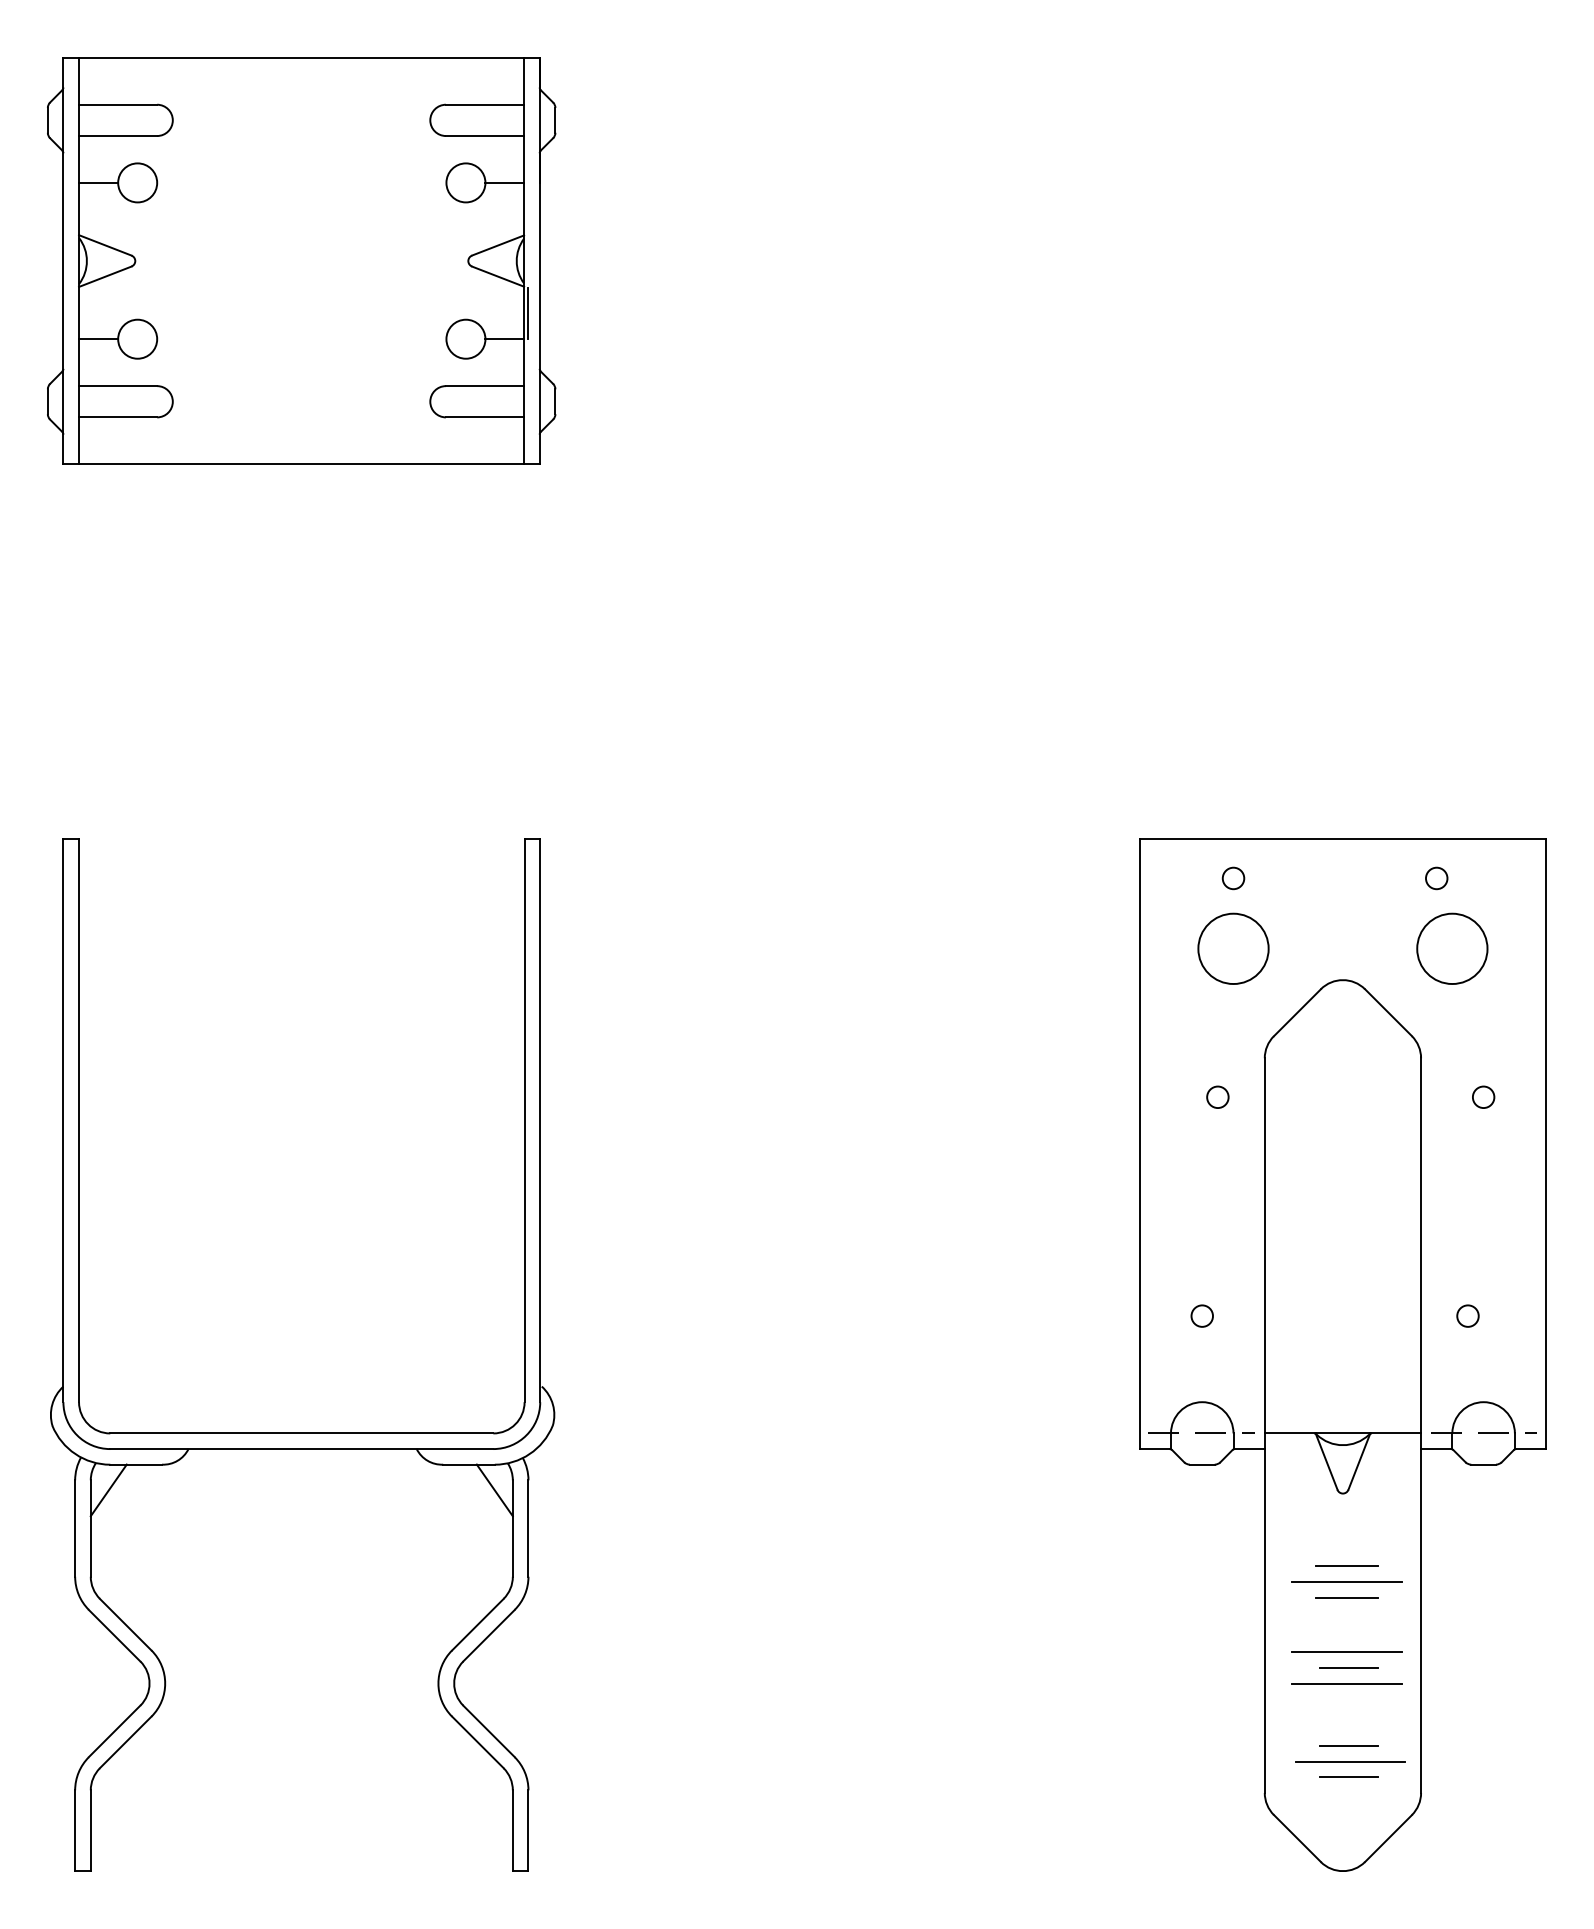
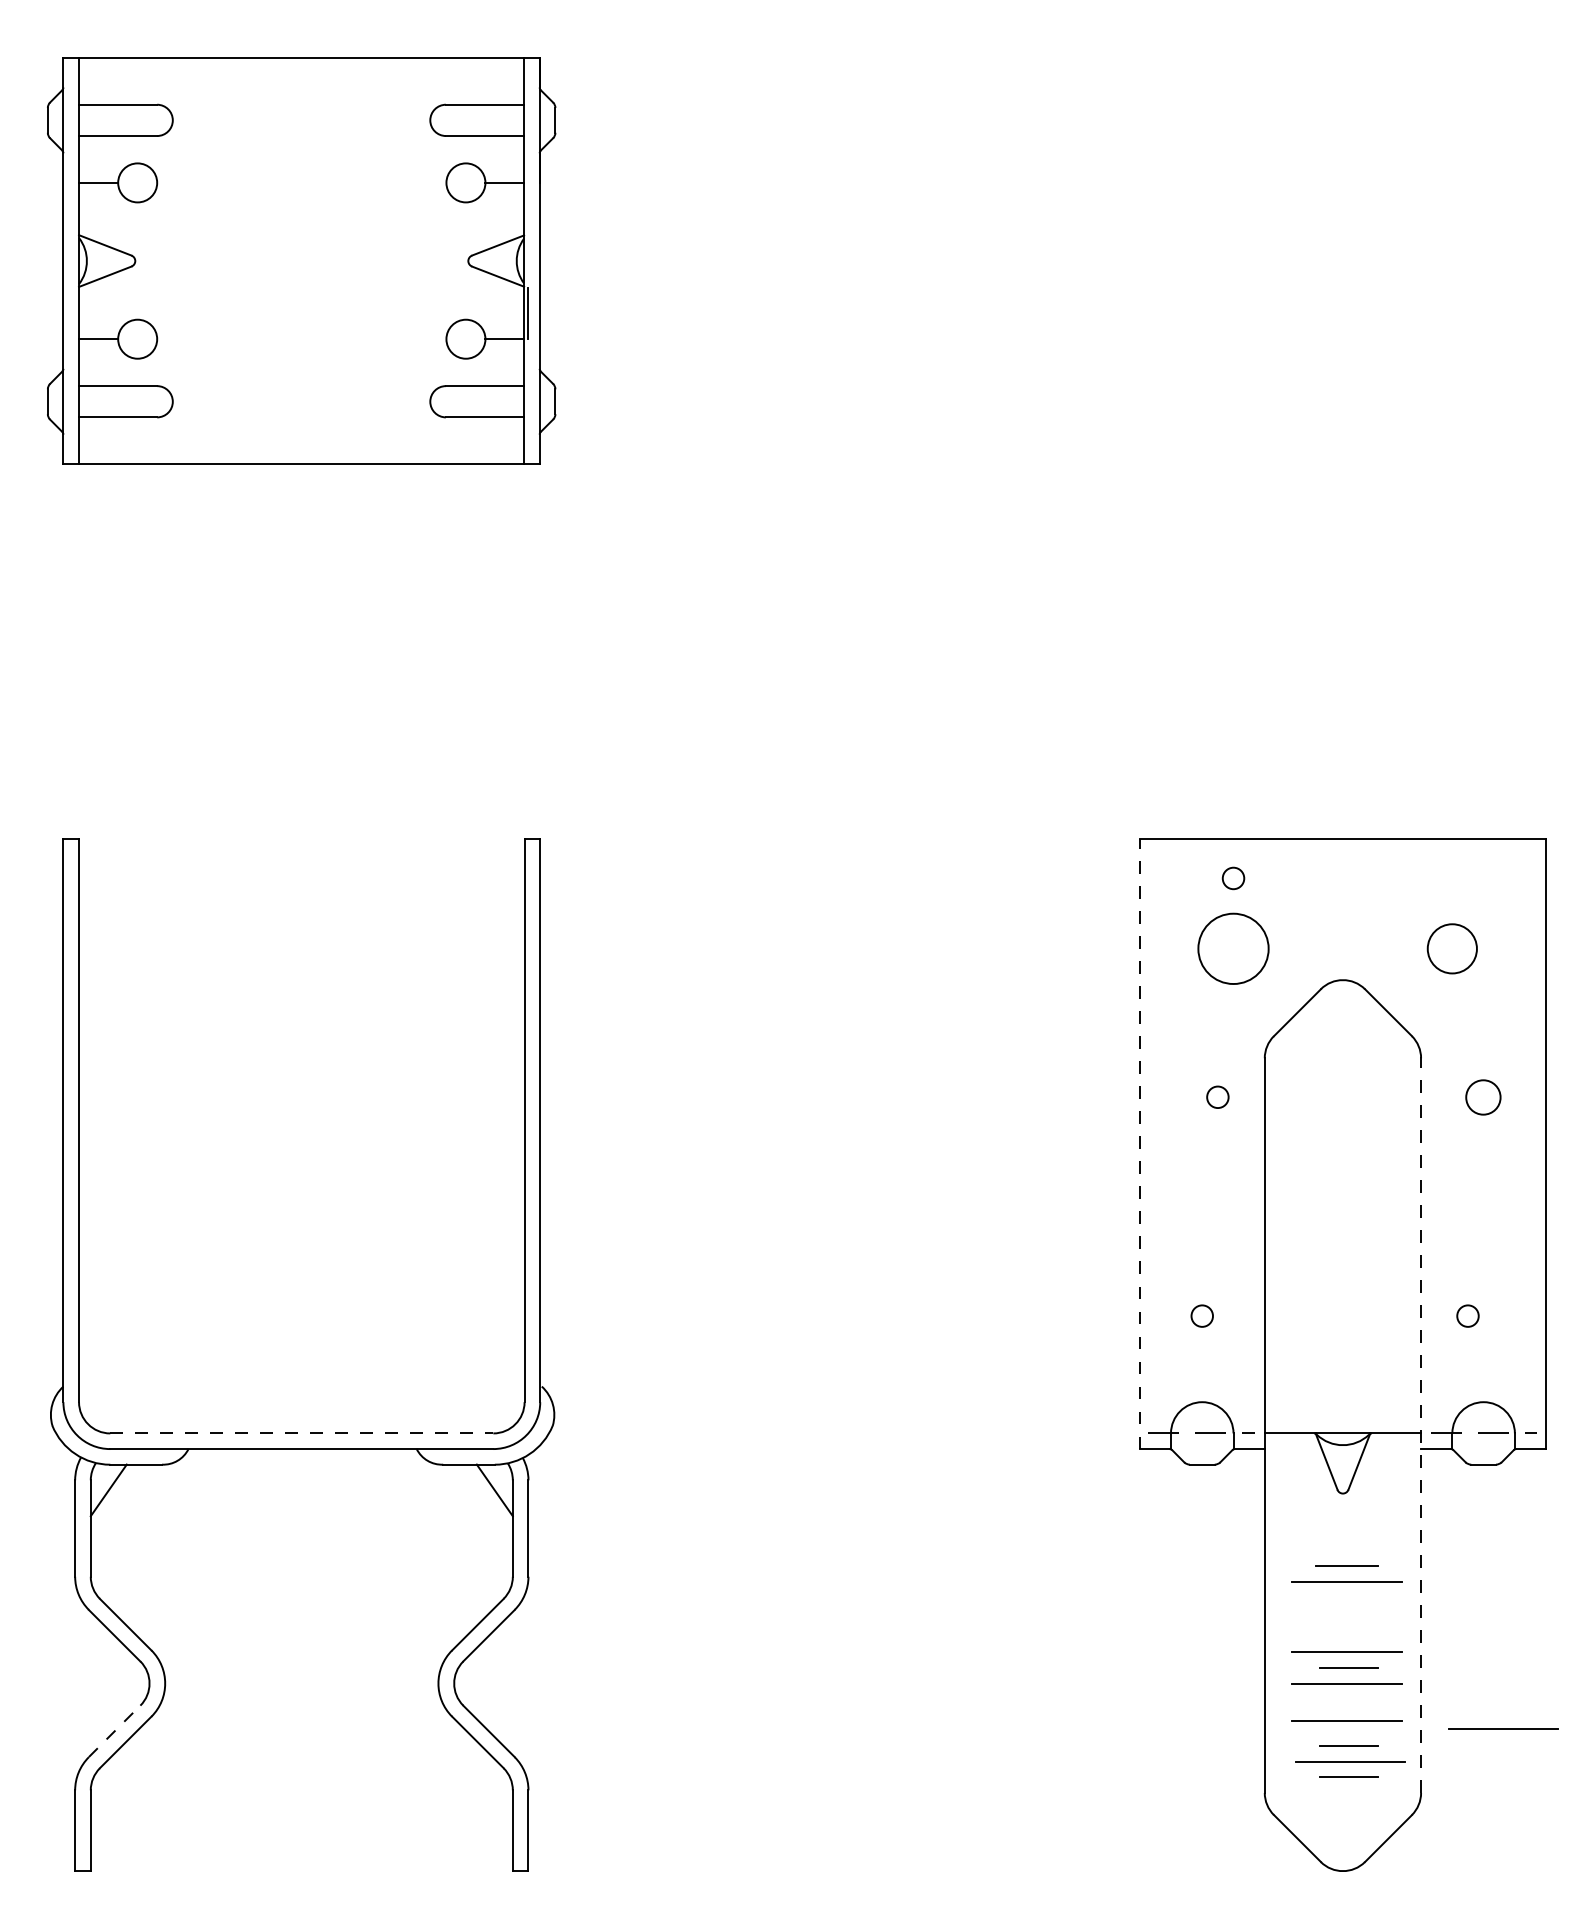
circle at (1436, 878): present -> none
circle at (1452, 948) diameter: 70 px -> 49 px
circle at (1483, 1096) size: 24x24 px -> 37x37 px
line at (1139, 1144): solid -> dashed
line at (1421, 1425): solid -> dashed
line at (301, 1433): solid -> dashed
line at (1346, 1597): present -> none
line at (1346, 1720): none -> present
line at (1503, 1728): none -> present
line at (114, 1731): solid -> dashed
